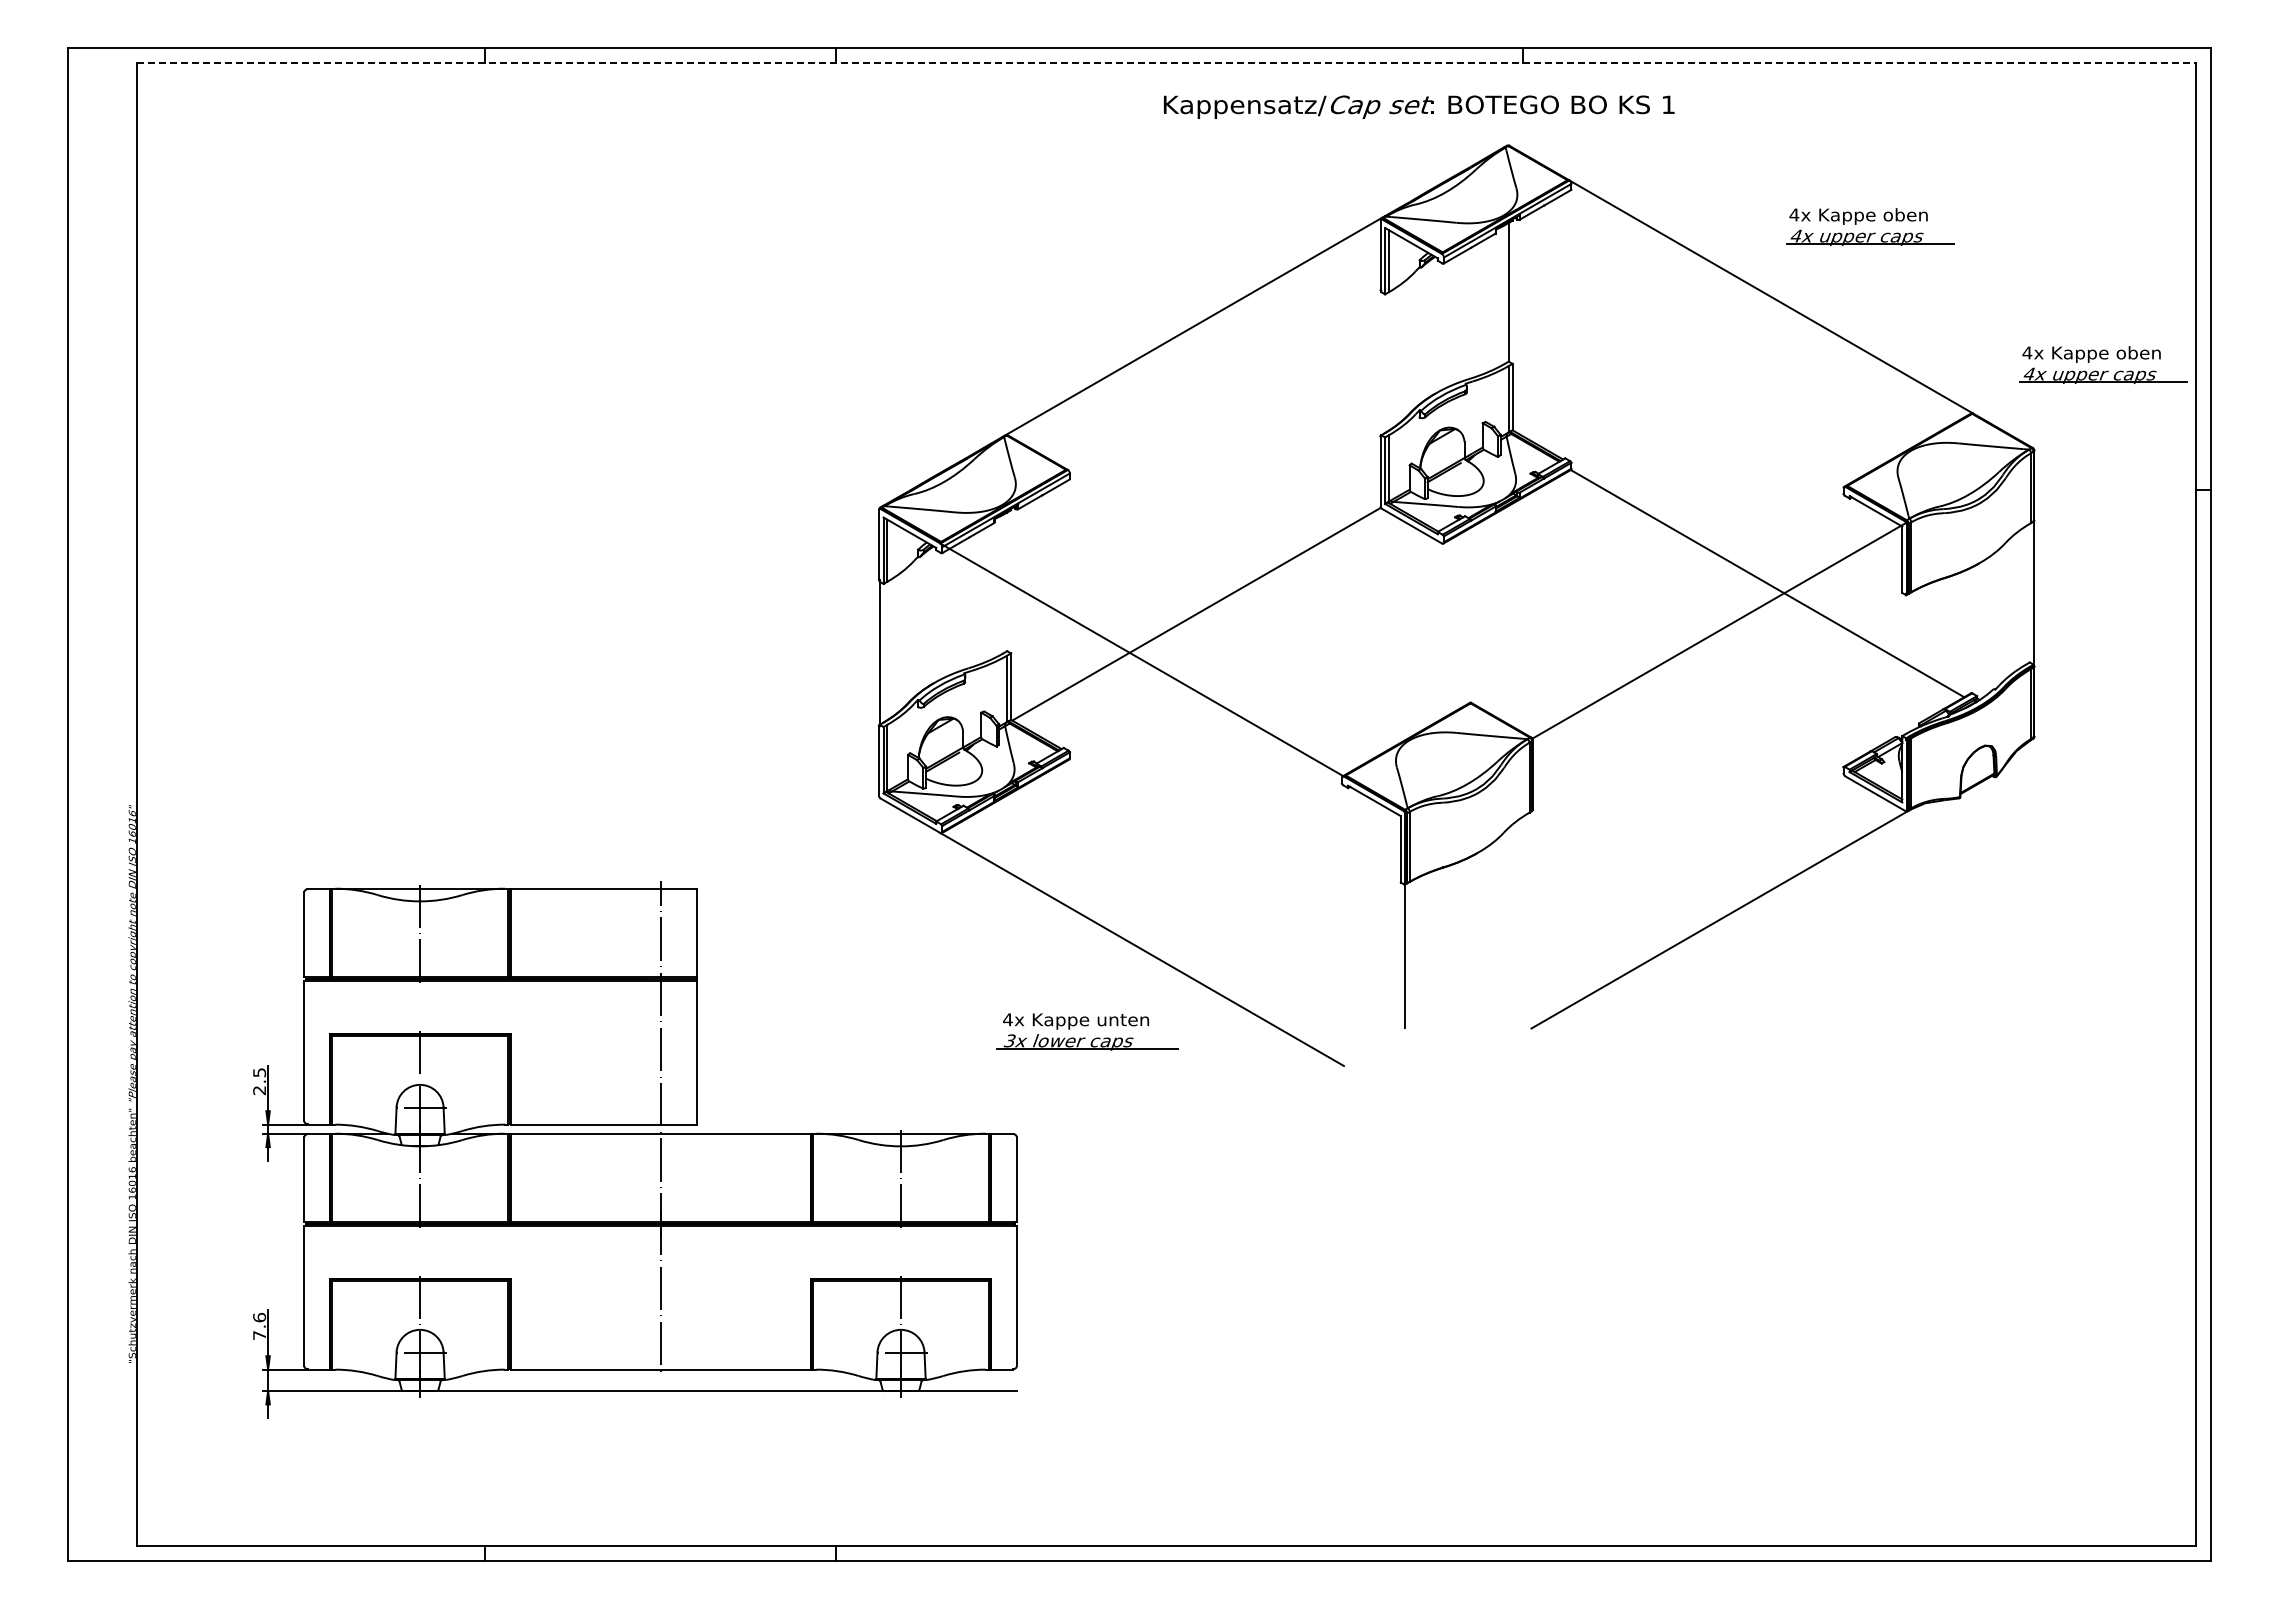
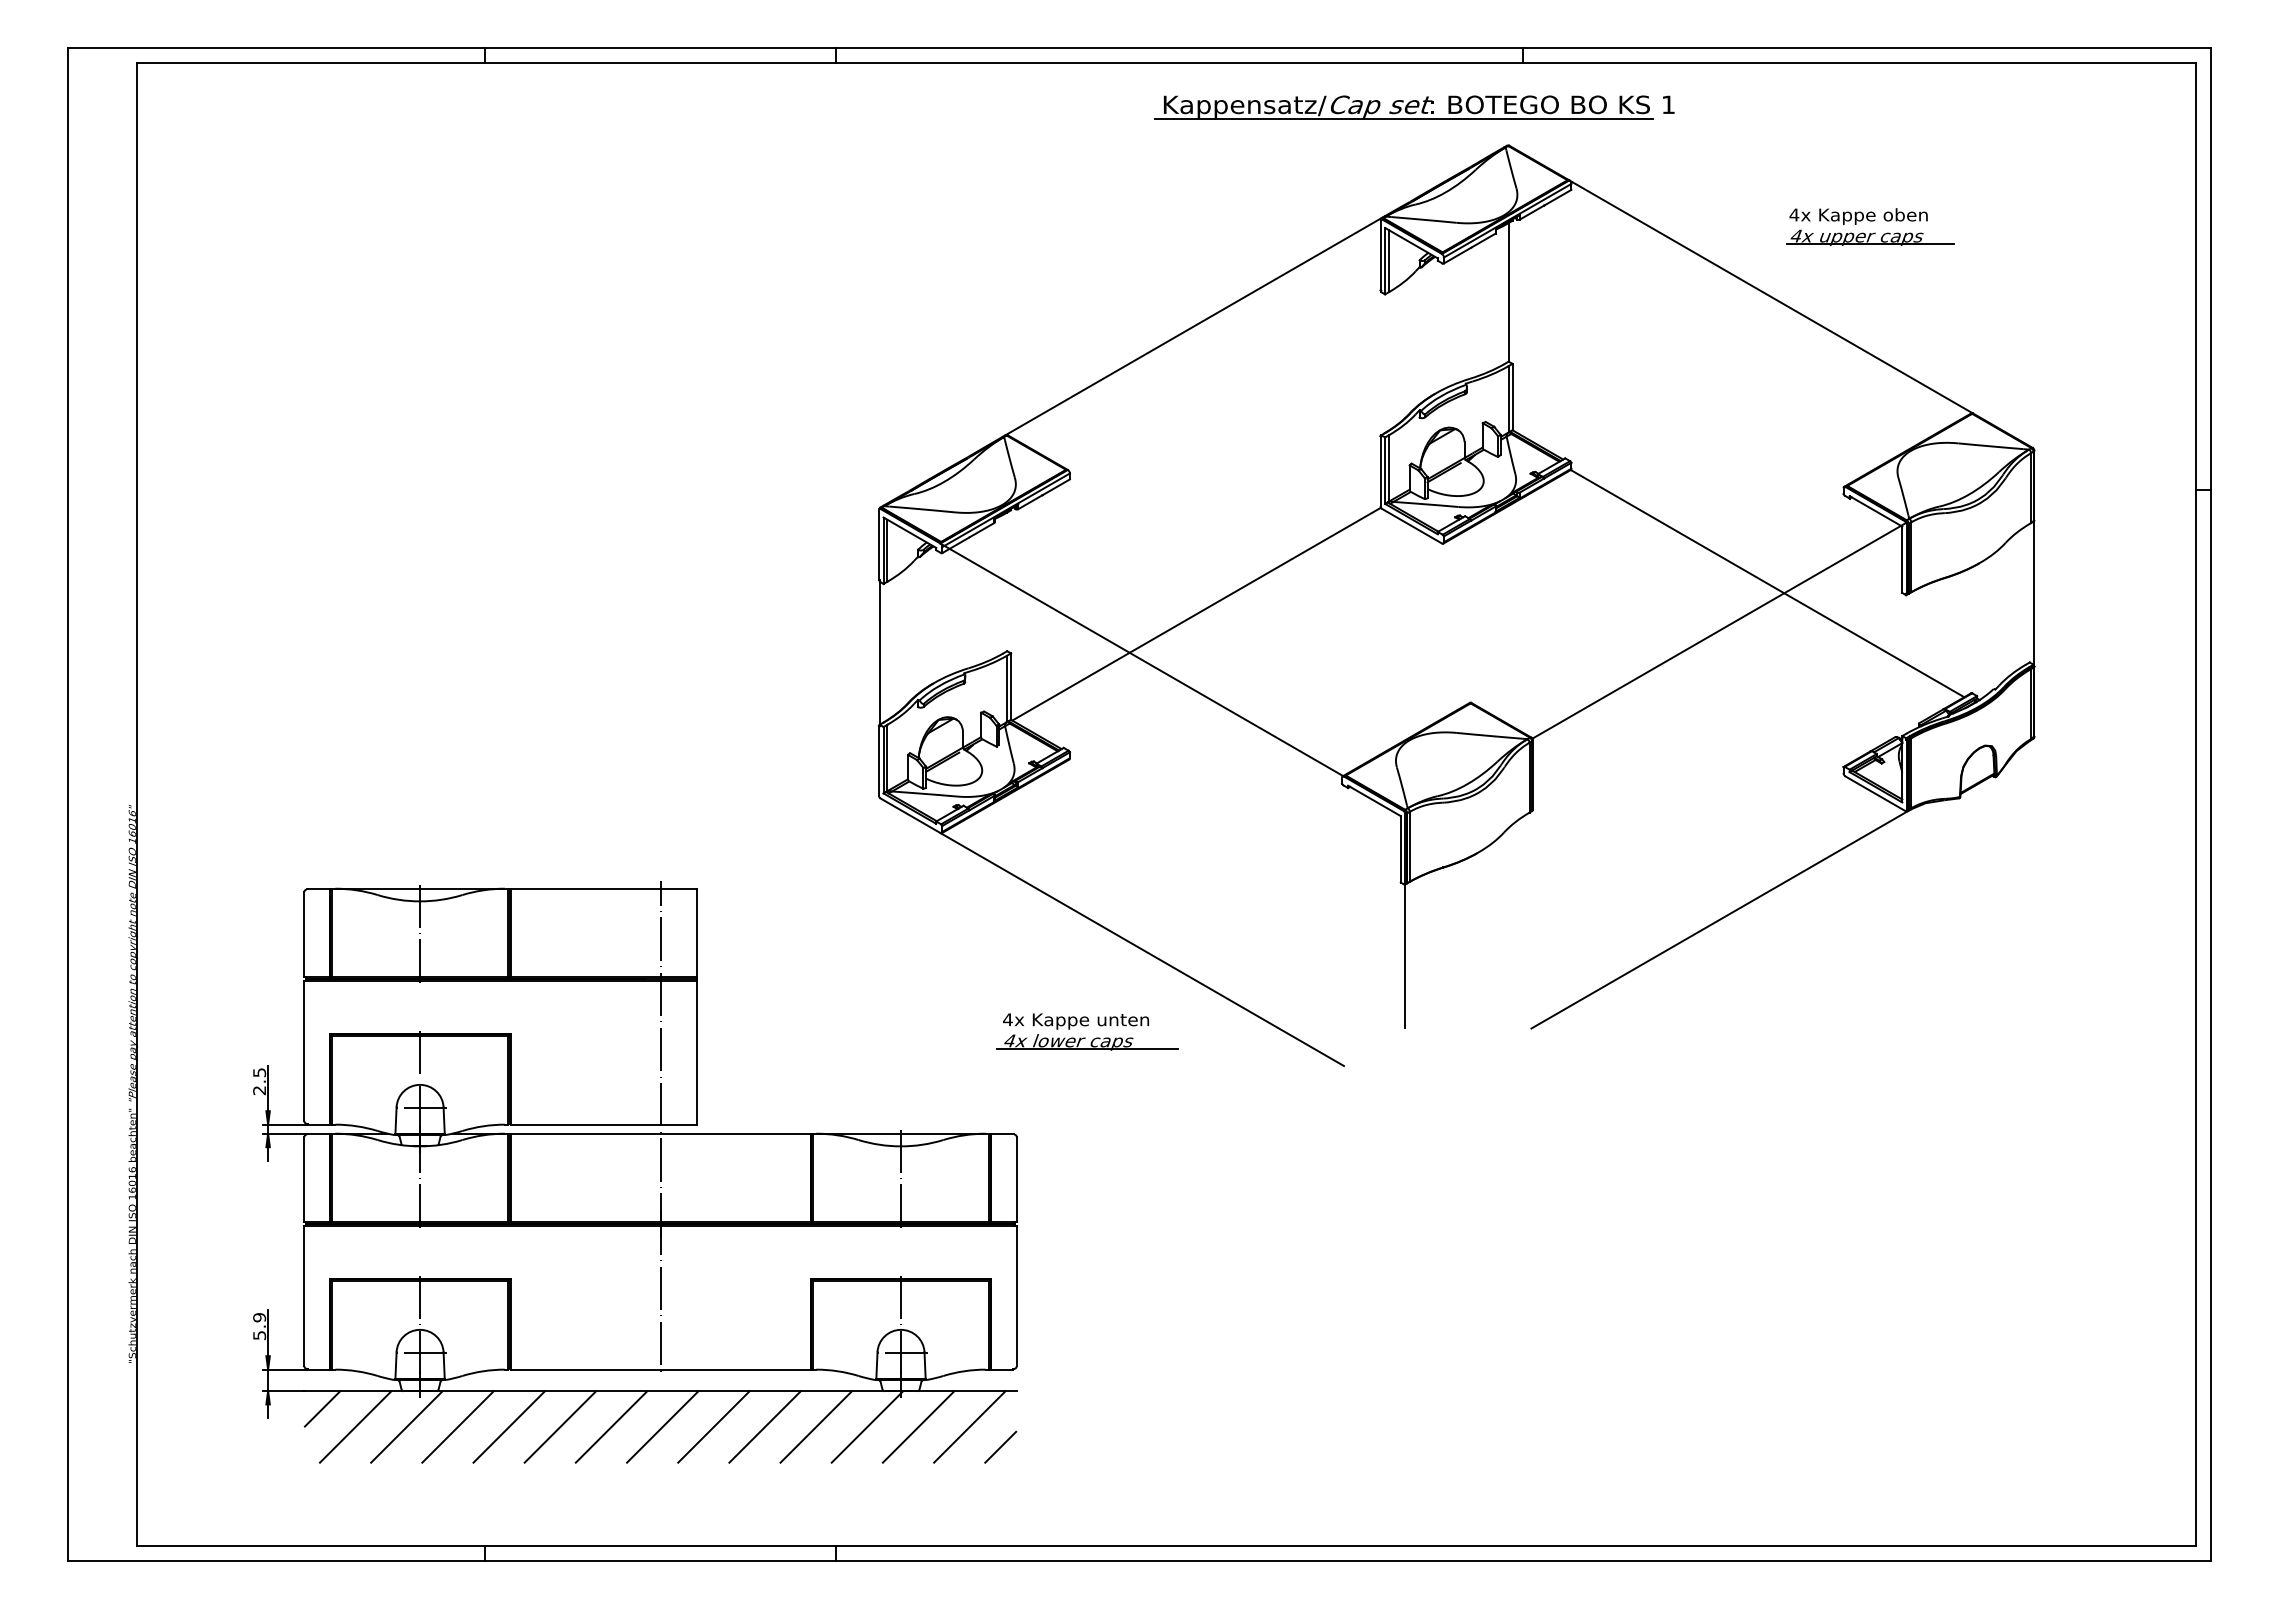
line at (1166, 62): dashed -> solid
line at (1403, 119): none -> present
part at (2103, 364): present -> none
text at (1009, 1040): 3x -> 4x
text at (259, 1325): 7.6 -> 5.9
hatch at (660, 1427): none -> present
